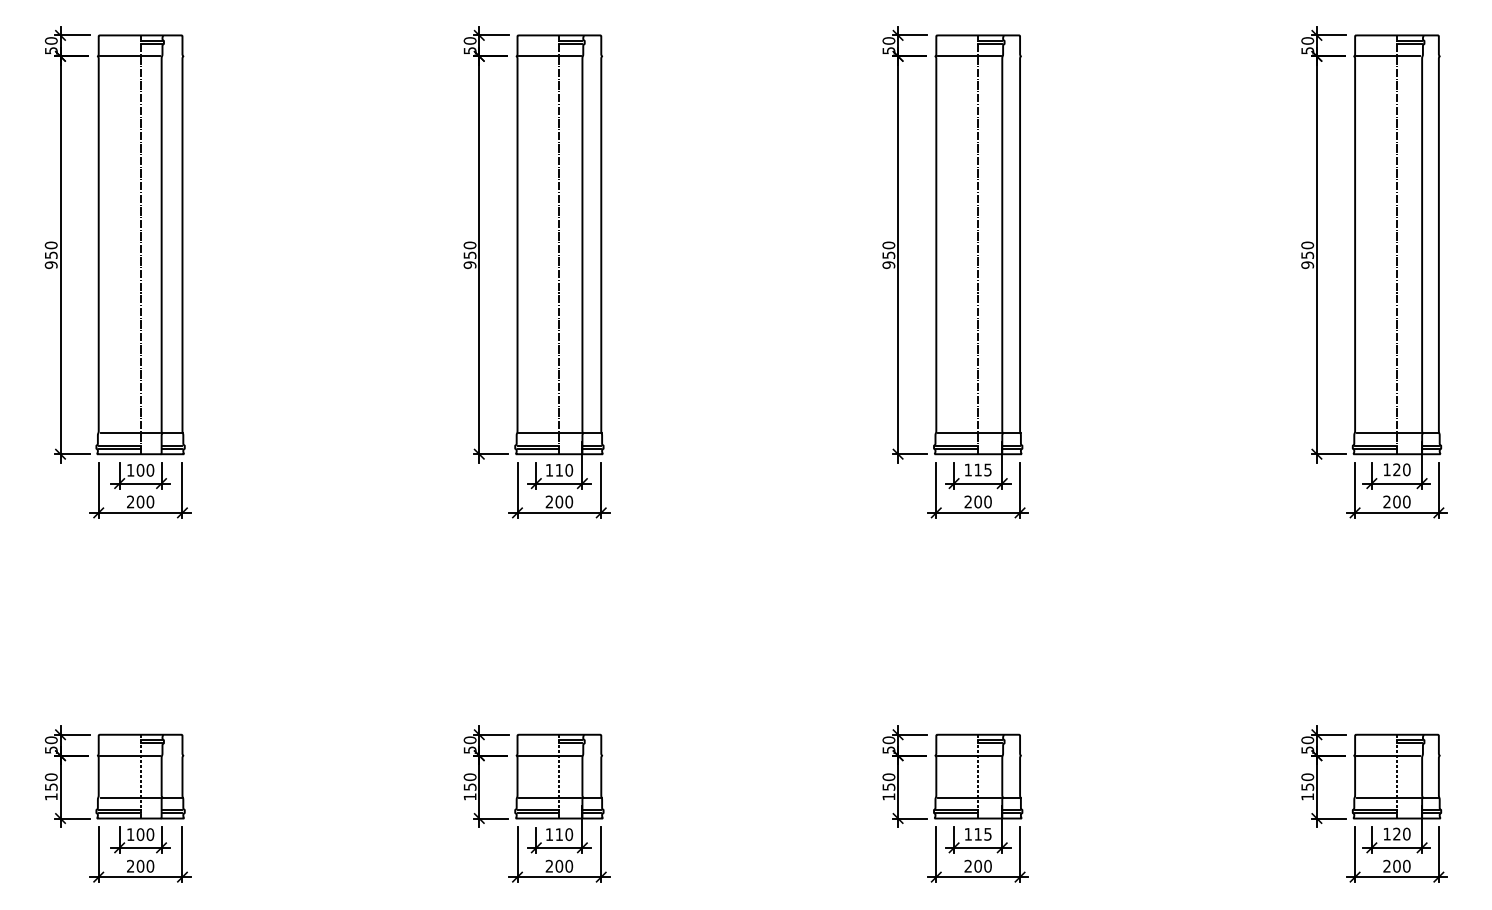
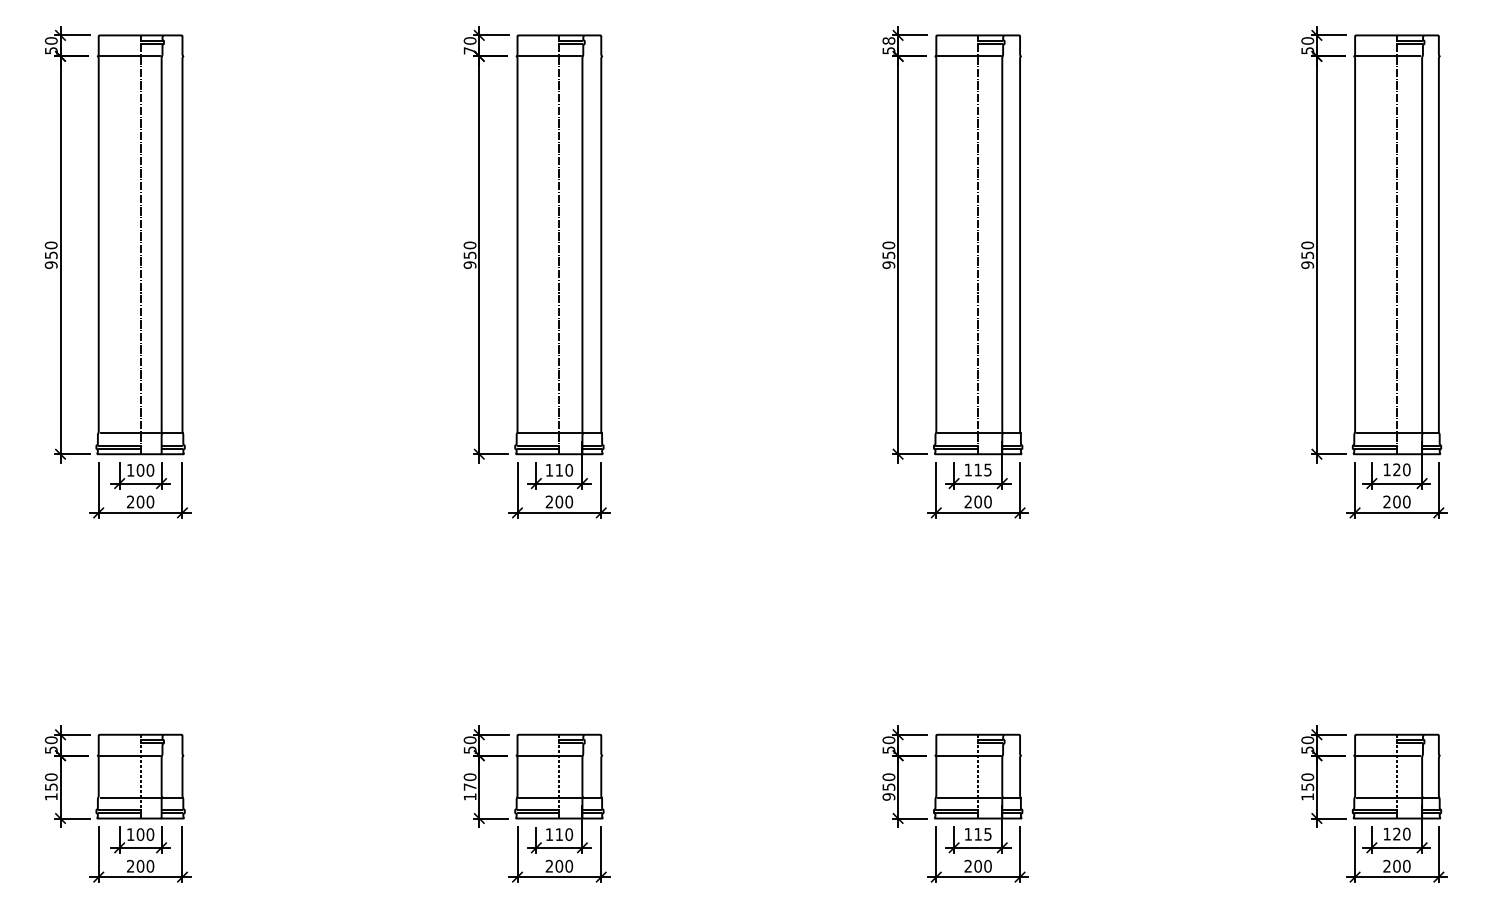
text at (888, 40): 50 -> 58
text at (469, 50): 50 -> 70
text at (470, 786): 150 -> 170
text at (888, 796): 150 -> 950
